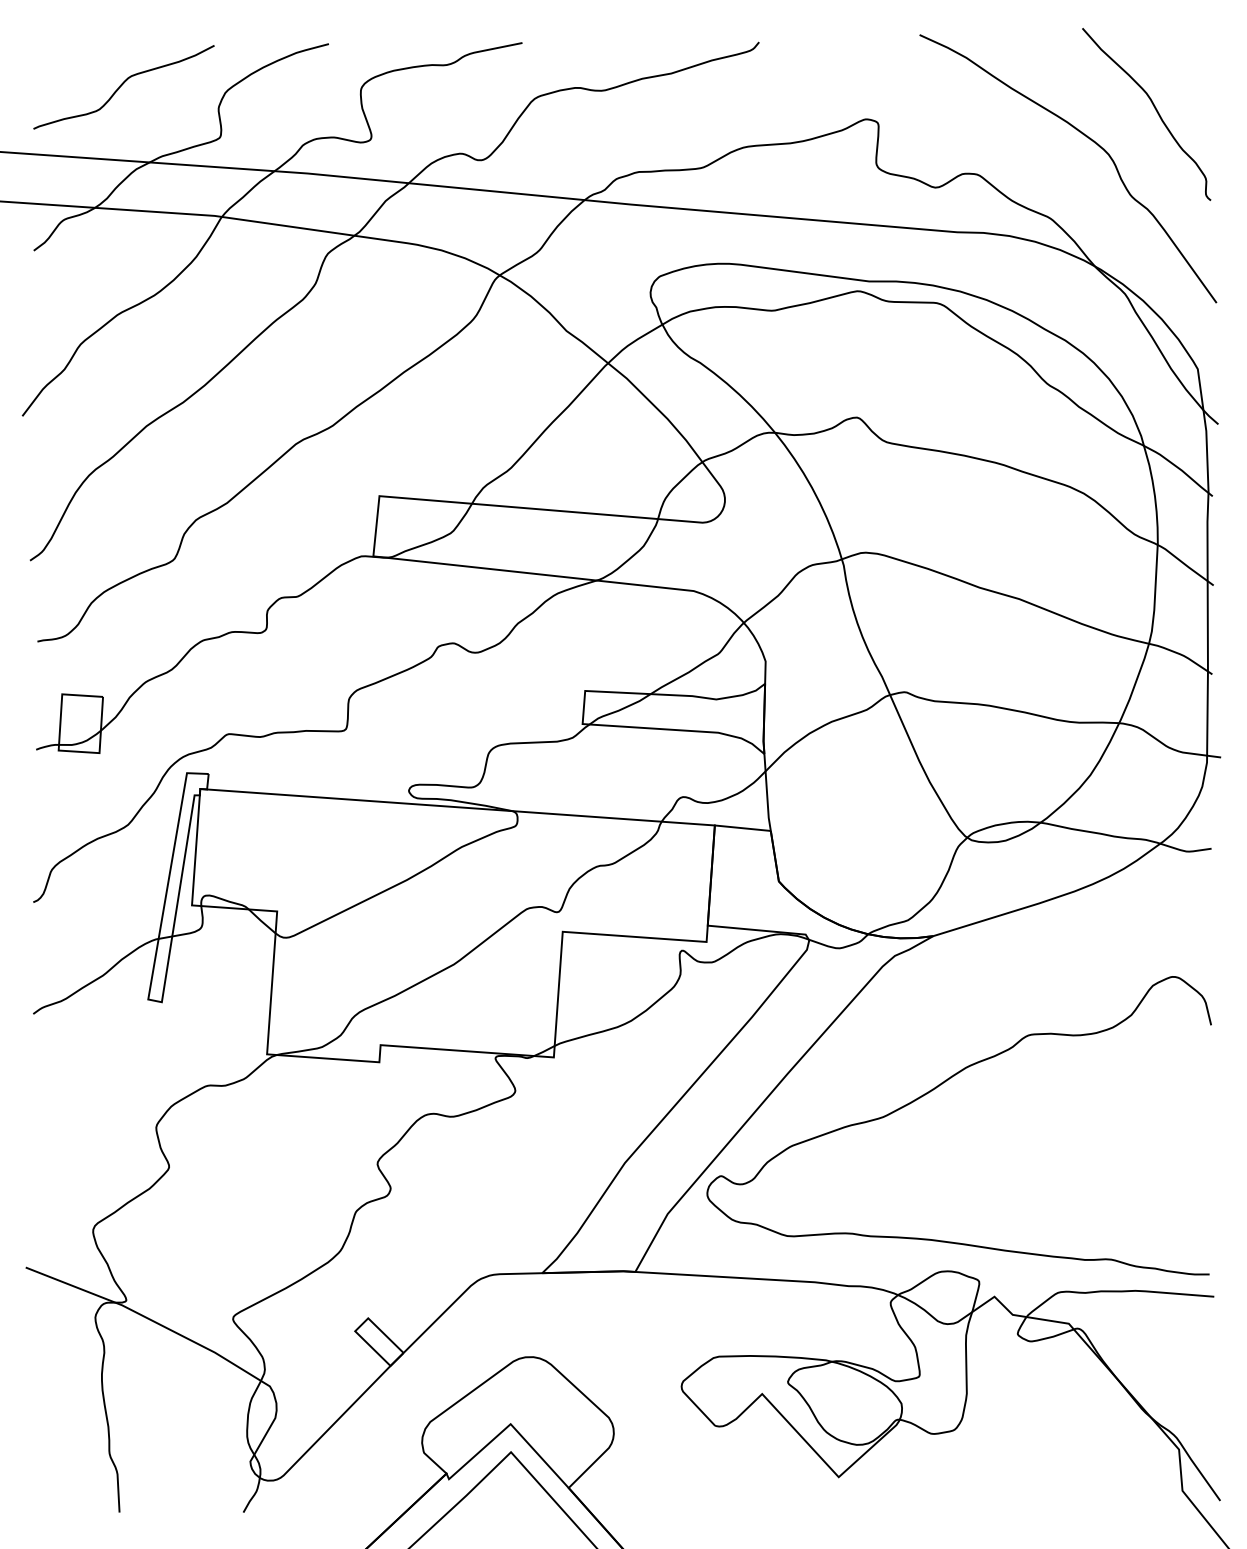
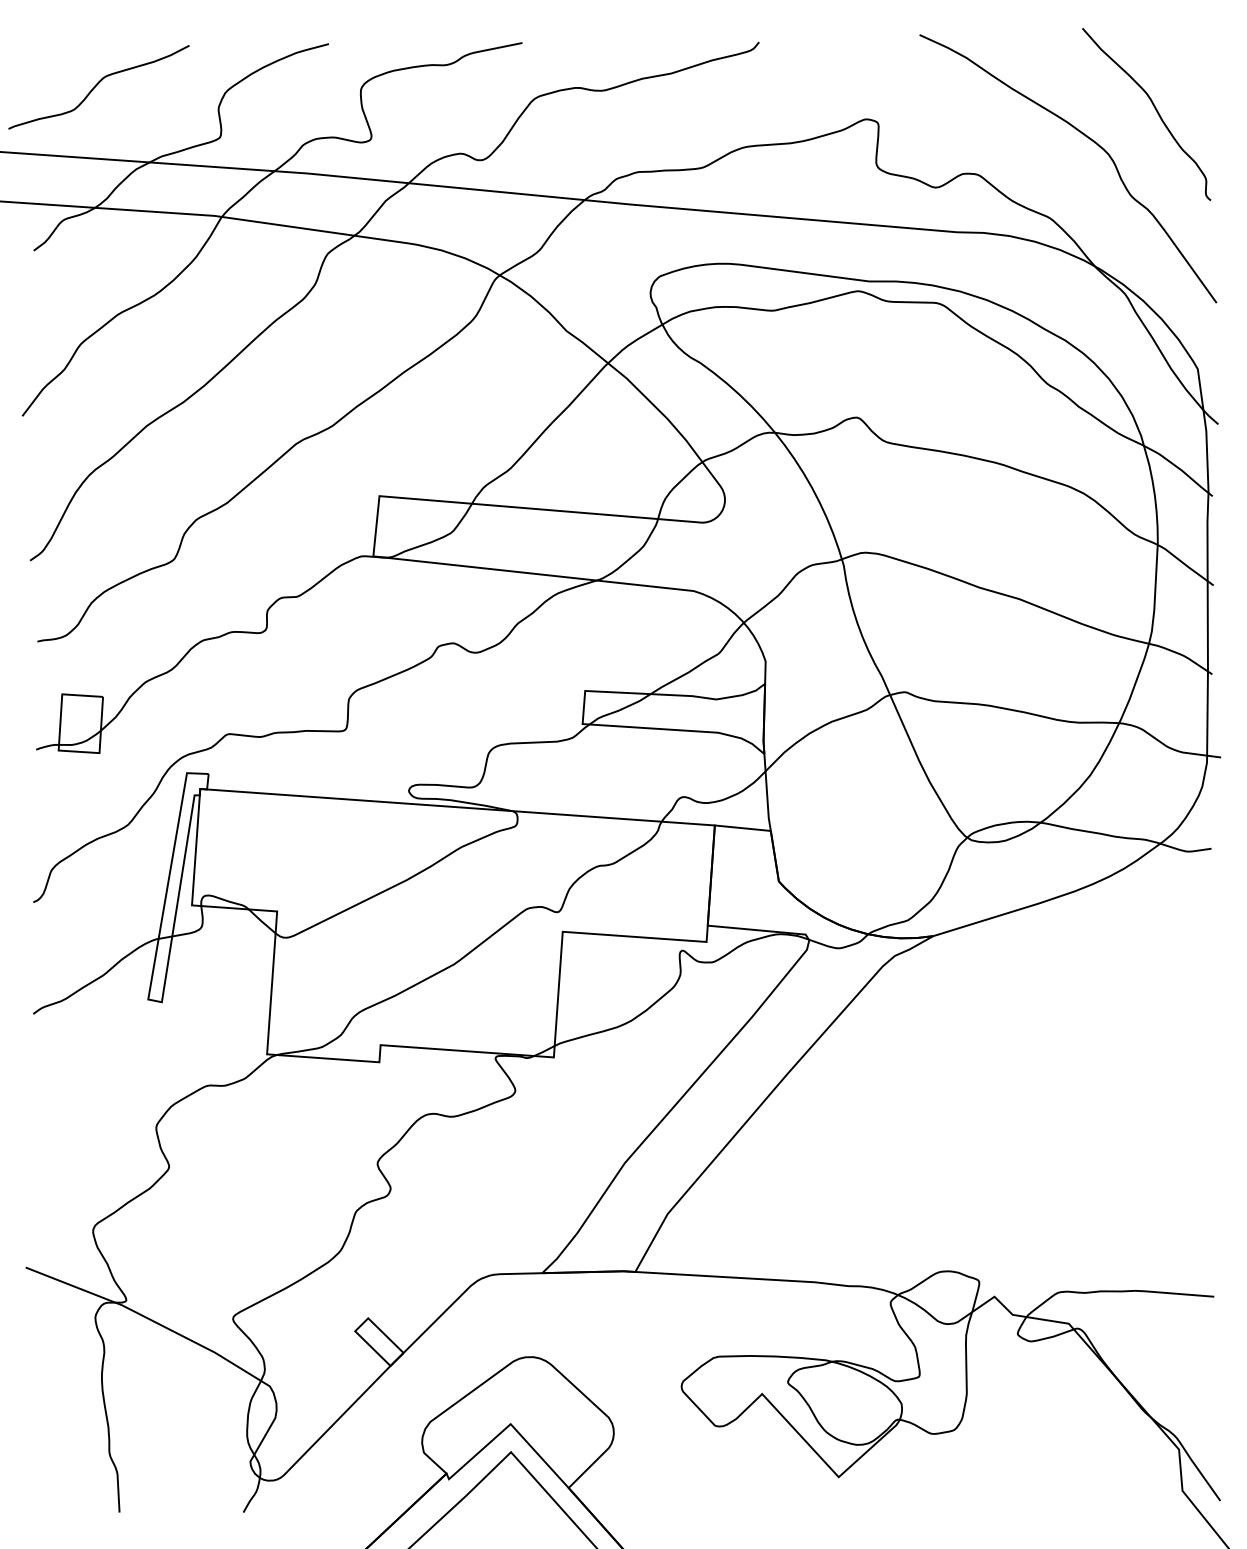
curve at (122, 85) position: (122, 85) -> (97, 85)
curve at (935, 1089): present -> none
